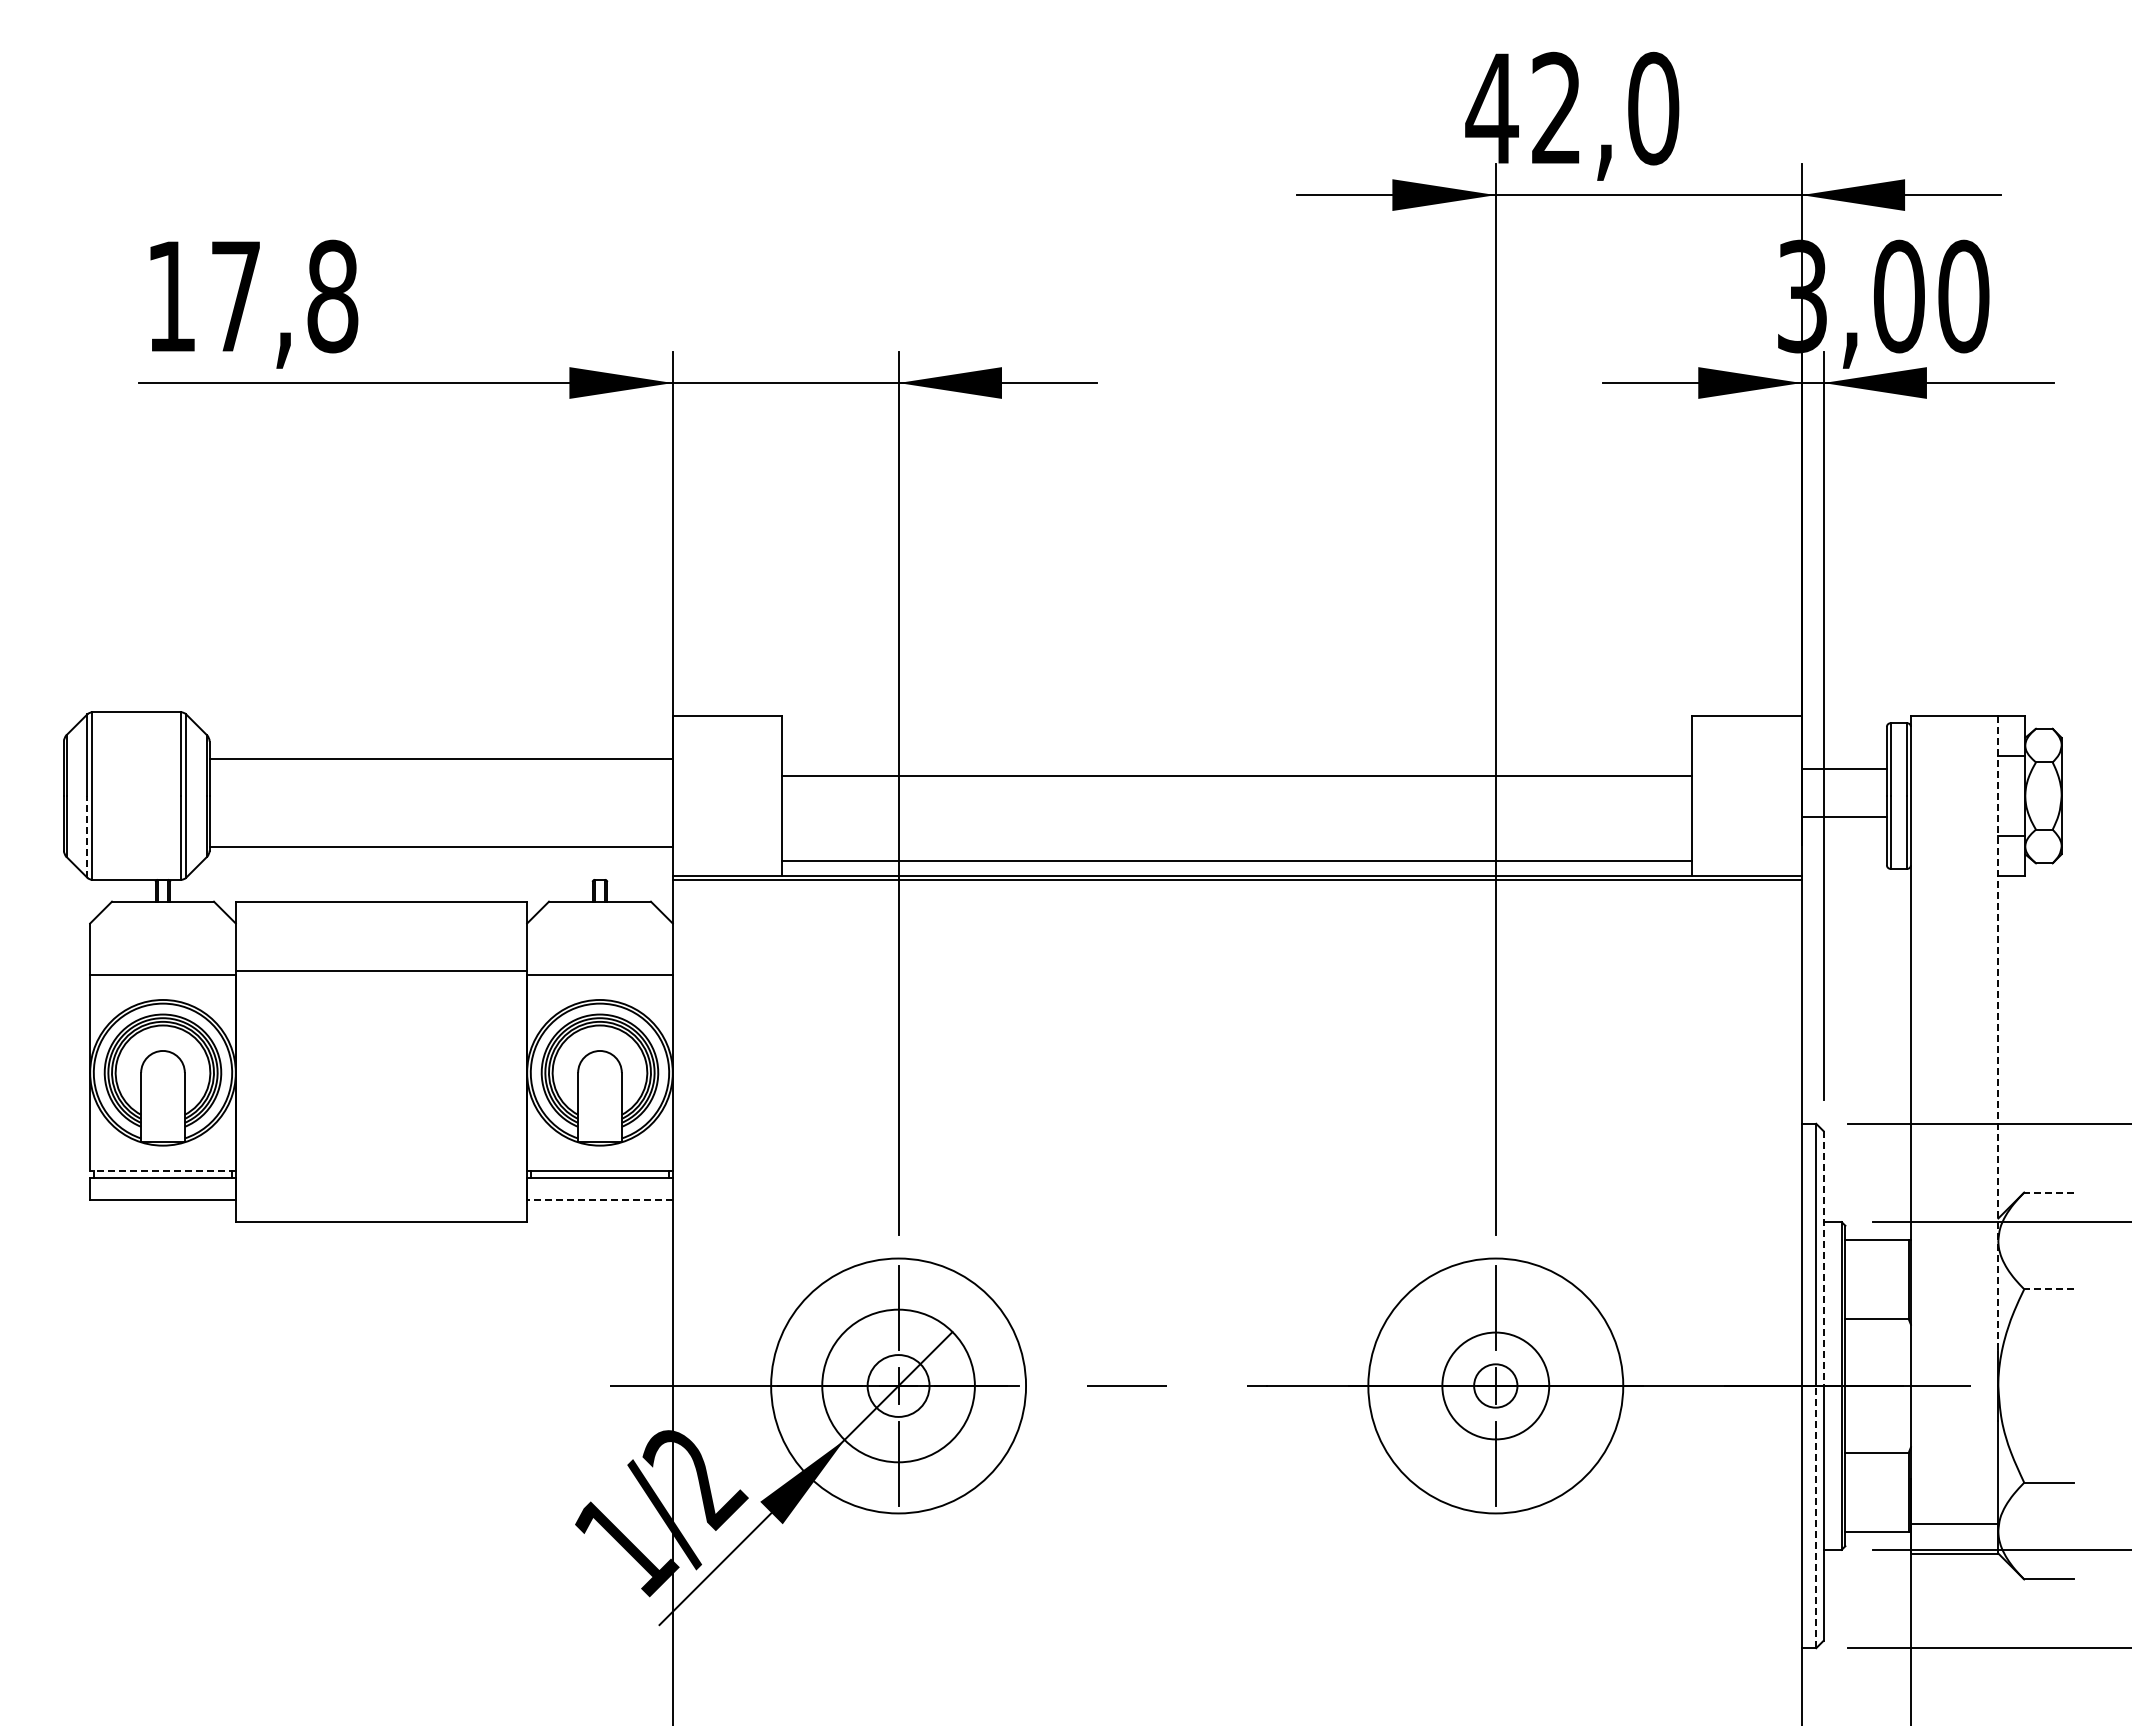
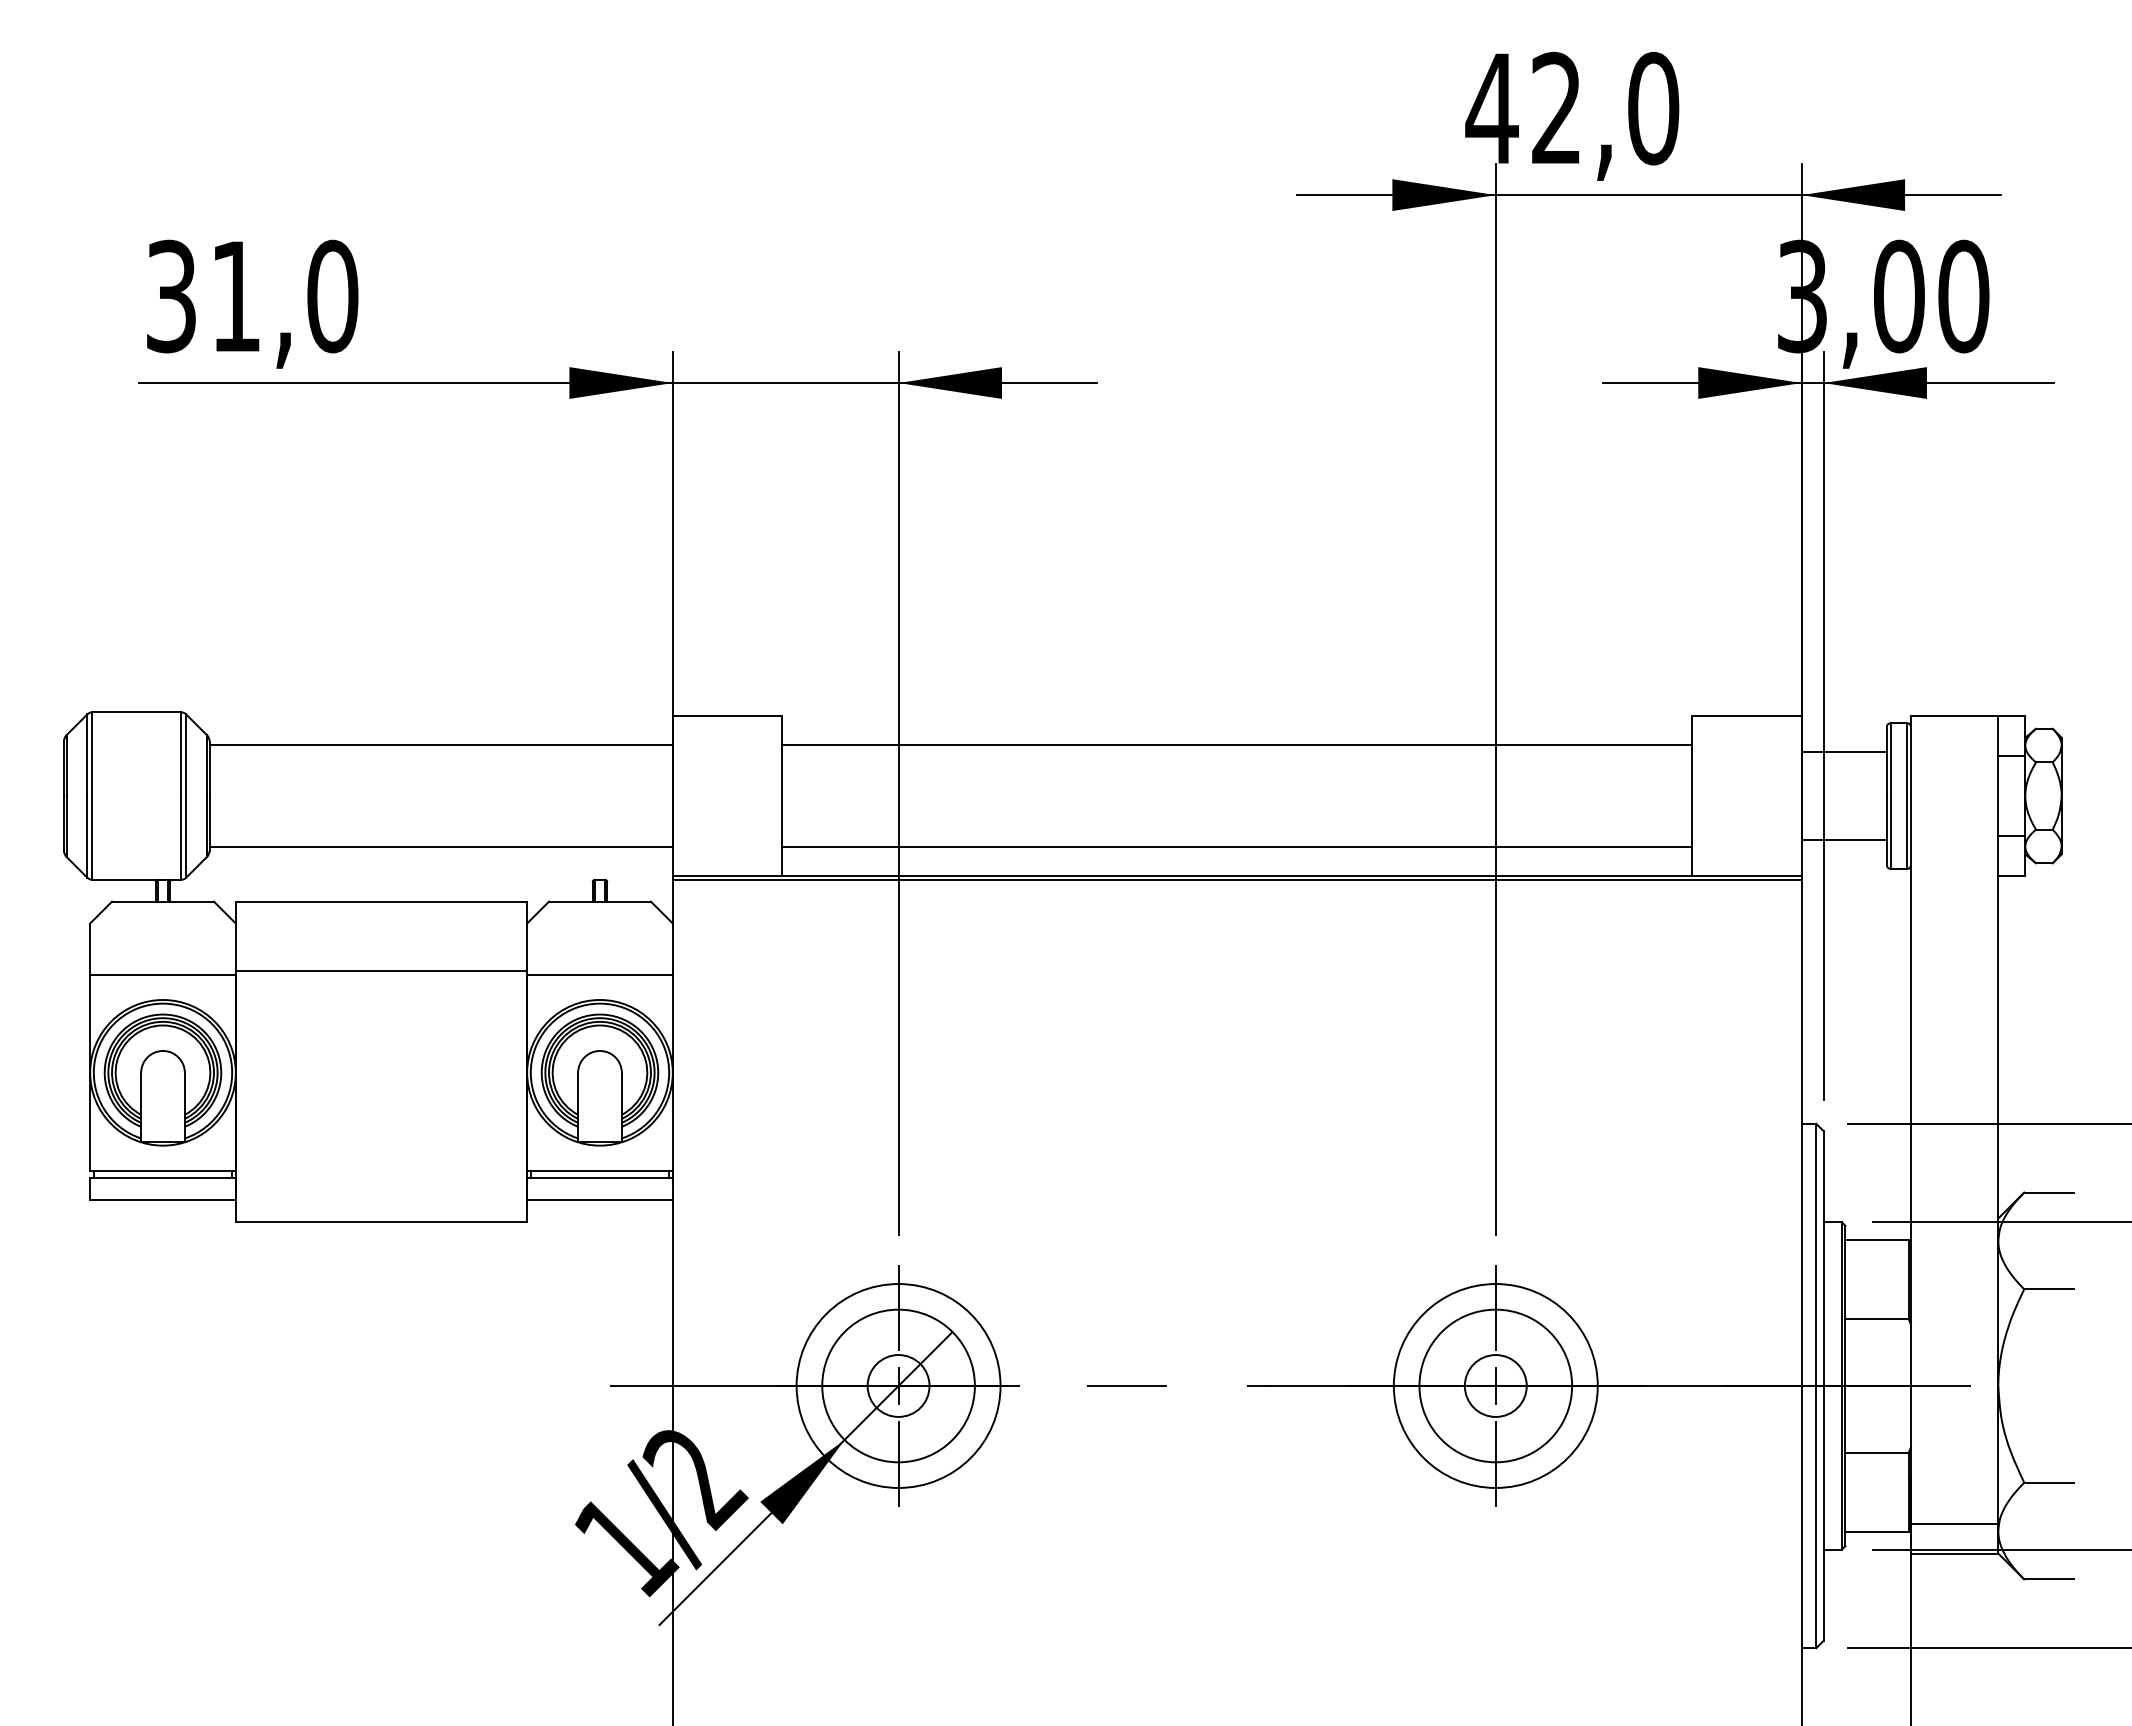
text at (252, 296): 17,8 -> 31,0
line at (440, 759) position: (440, 759) -> (440, 745)
line at (1843, 769) position: (1843, 769) -> (1843, 752)
line at (1237, 776) position: (1237, 776) -> (1237, 745)
line at (1843, 816) position: (1843, 816) -> (1843, 839)
line at (87, 836): dashed -> solid
line at (1237, 861) position: (1237, 861) -> (1237, 847)
line at (1998, 1033): dashed -> solid
line at (163, 1171): dashed -> solid
line at (2048, 1192): dashed -> solid
line at (599, 1200): dashed -> solid
line at (1823, 1259): dashed -> solid
line at (2048, 1289): dashed -> solid
circle at (898, 1385) diameter: 255 px -> 204 px
circle at (1495, 1385) diameter: 107 px -> 153 px
circle at (1495, 1385) diameter: 255 px -> 204 px
circle at (1495, 1385) diameter: 43 px -> 62 px
line at (1816, 1516): dashed -> solid
